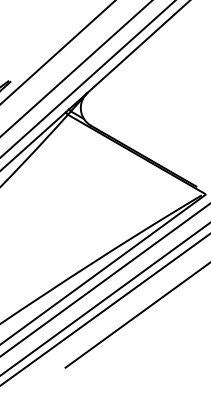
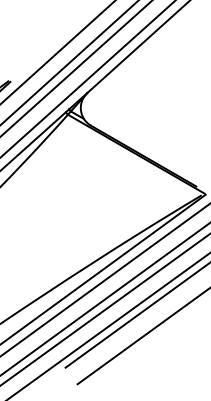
line at (69, 62): none -> present
line at (108, 325): none -> present
line at (142, 336): none -> present
